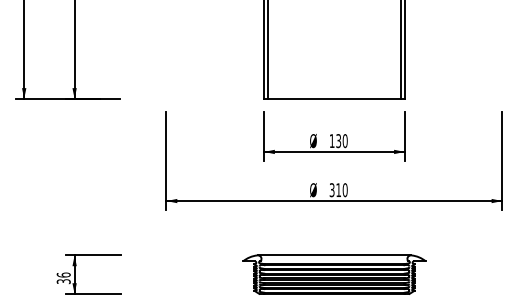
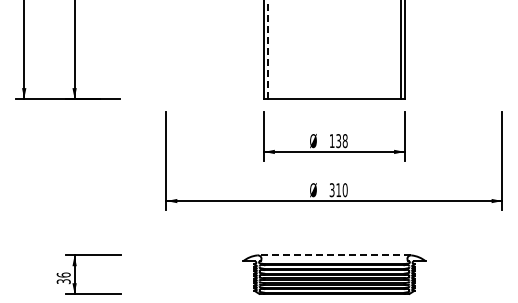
line at (268, 49): solid -> dashed
text at (344, 140): 130 -> 138
line at (334, 255): solid -> dashed
